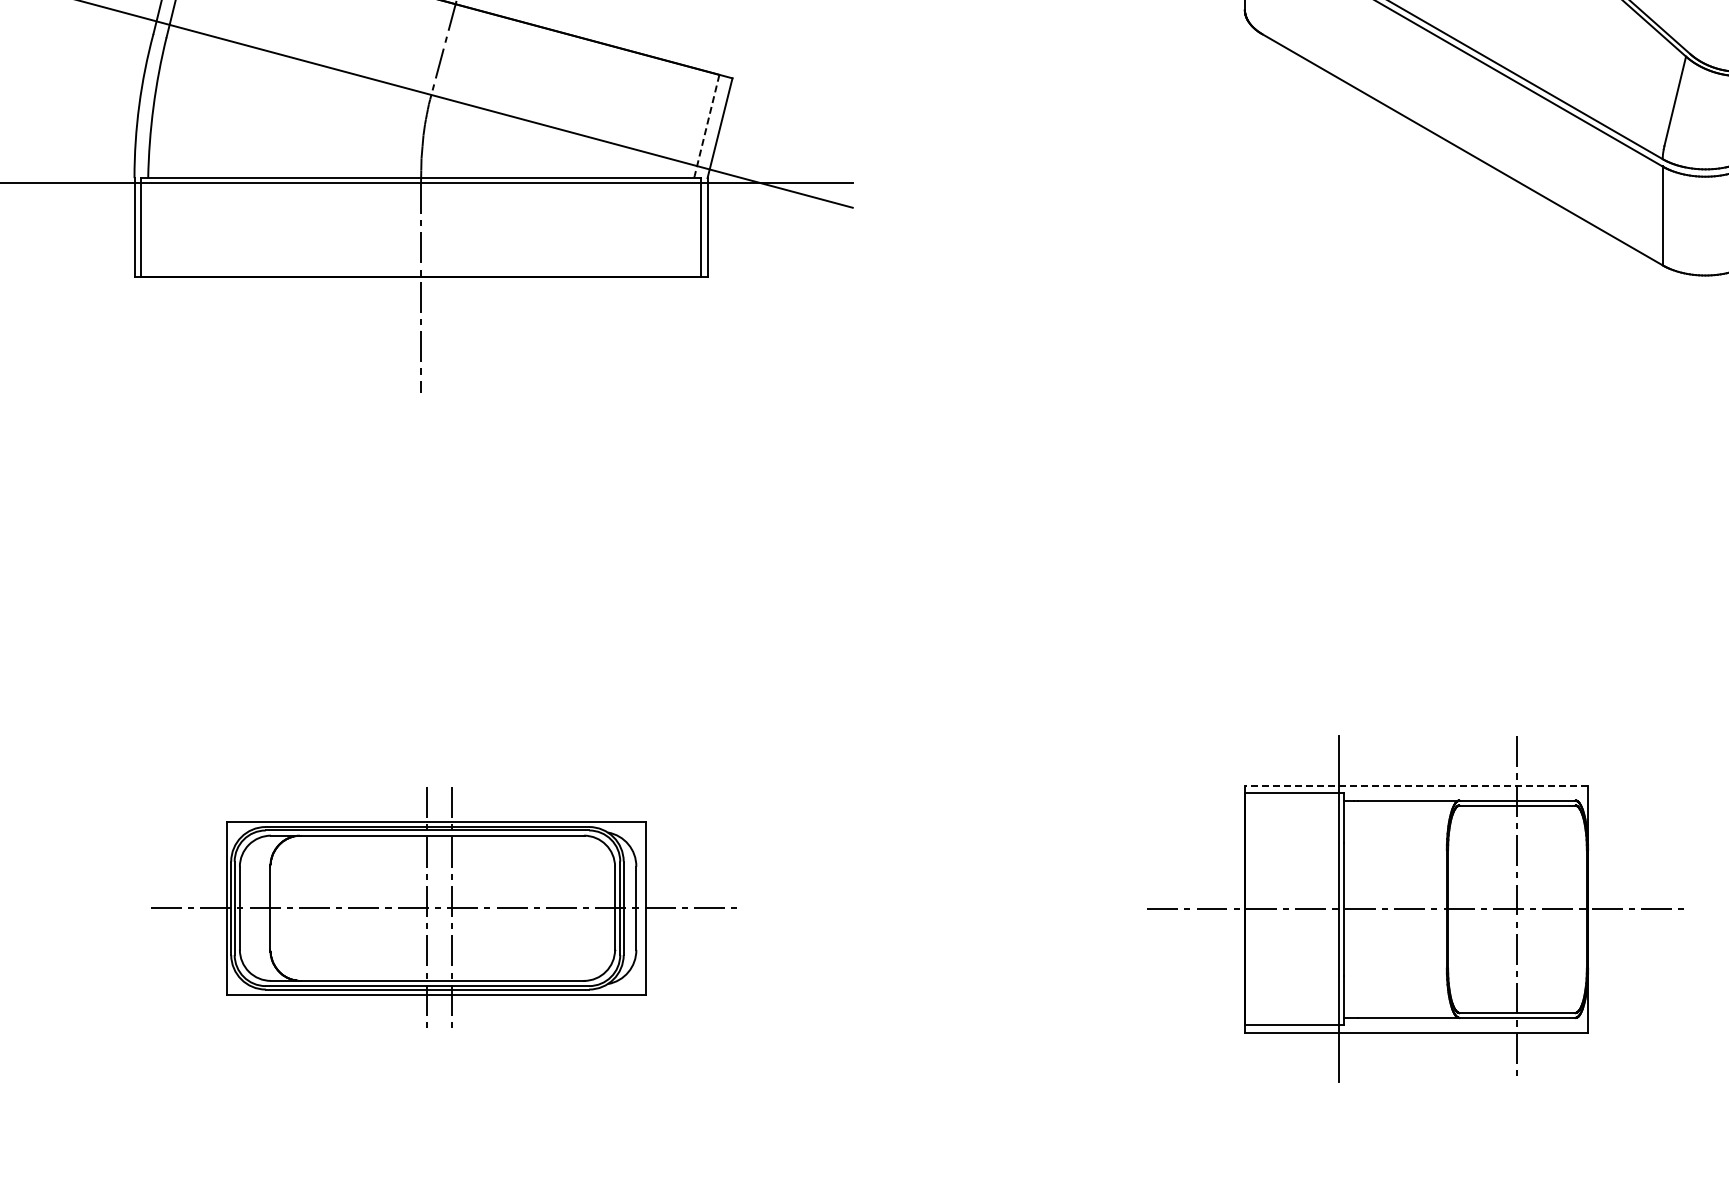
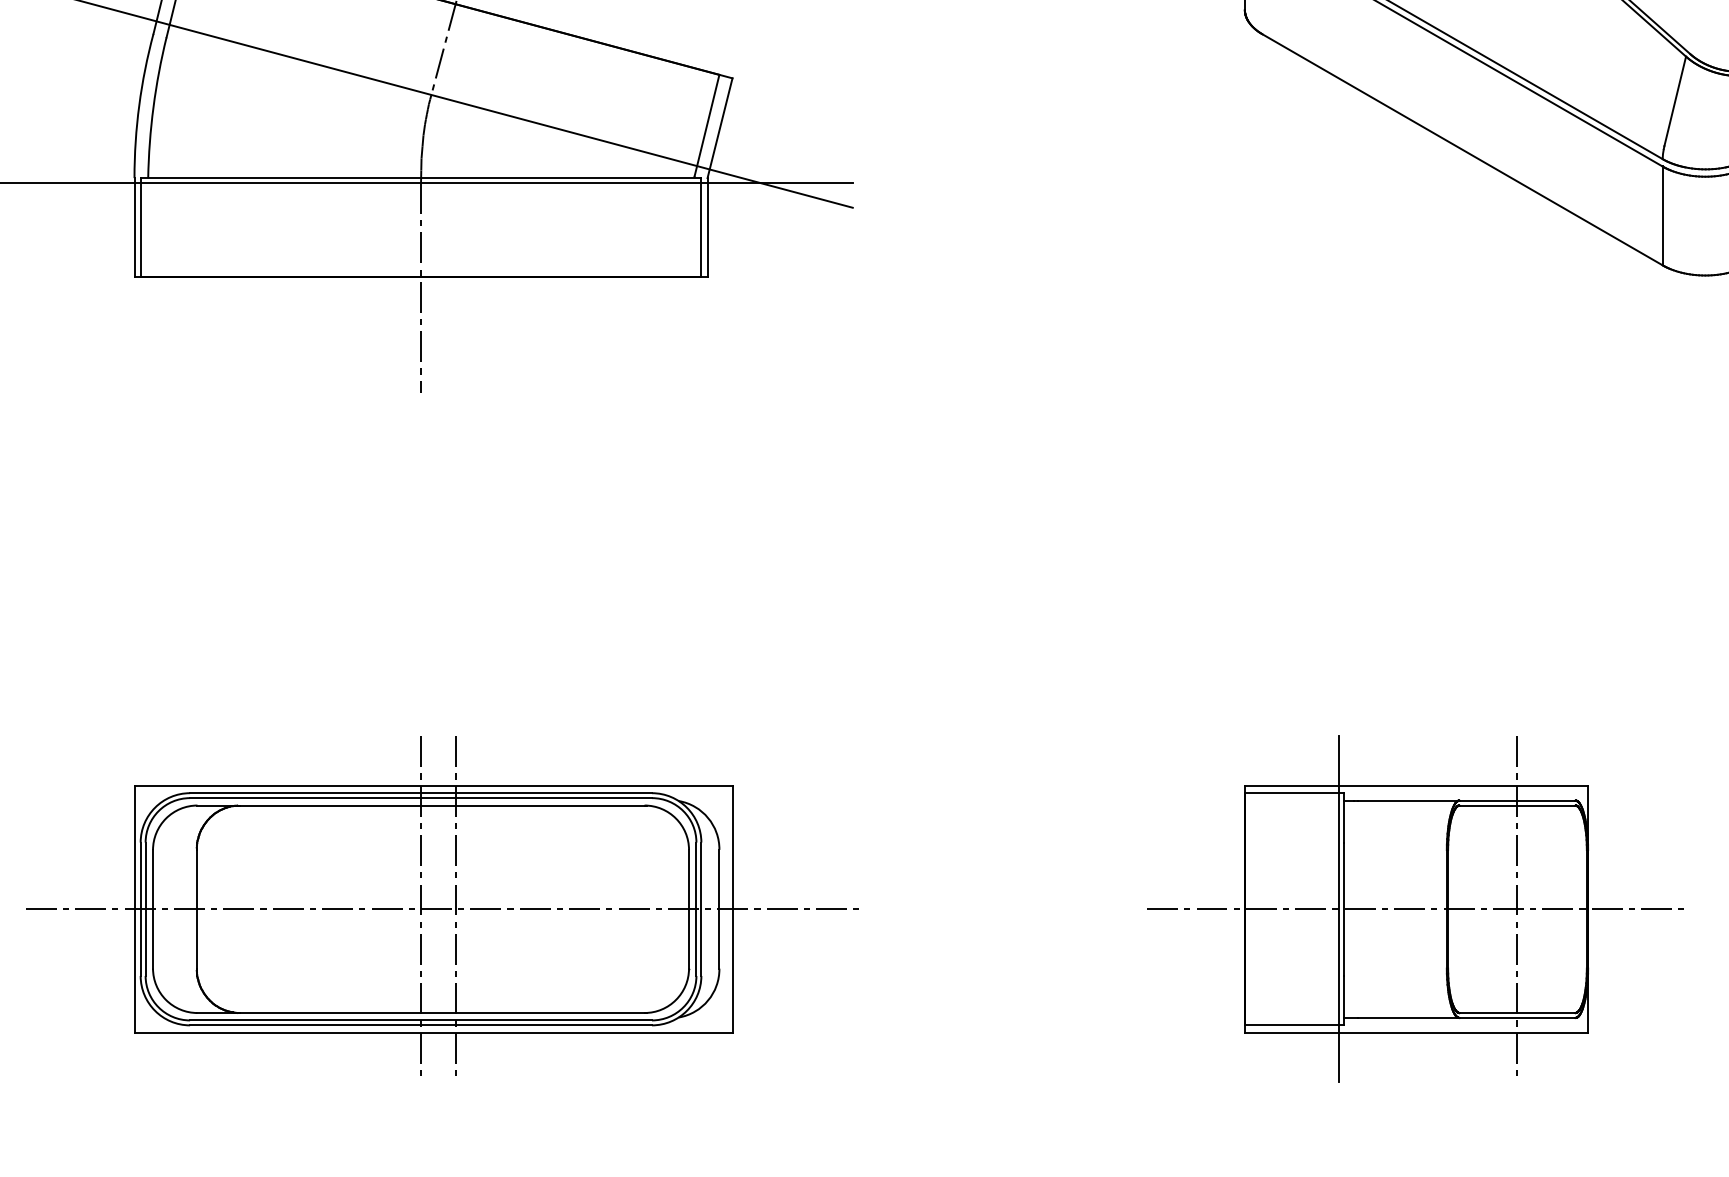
line at (706, 125): dashed -> solid
line at (1416, 785): dashed -> solid
part at (443, 907) size: 586x241 px -> 833x340 px
